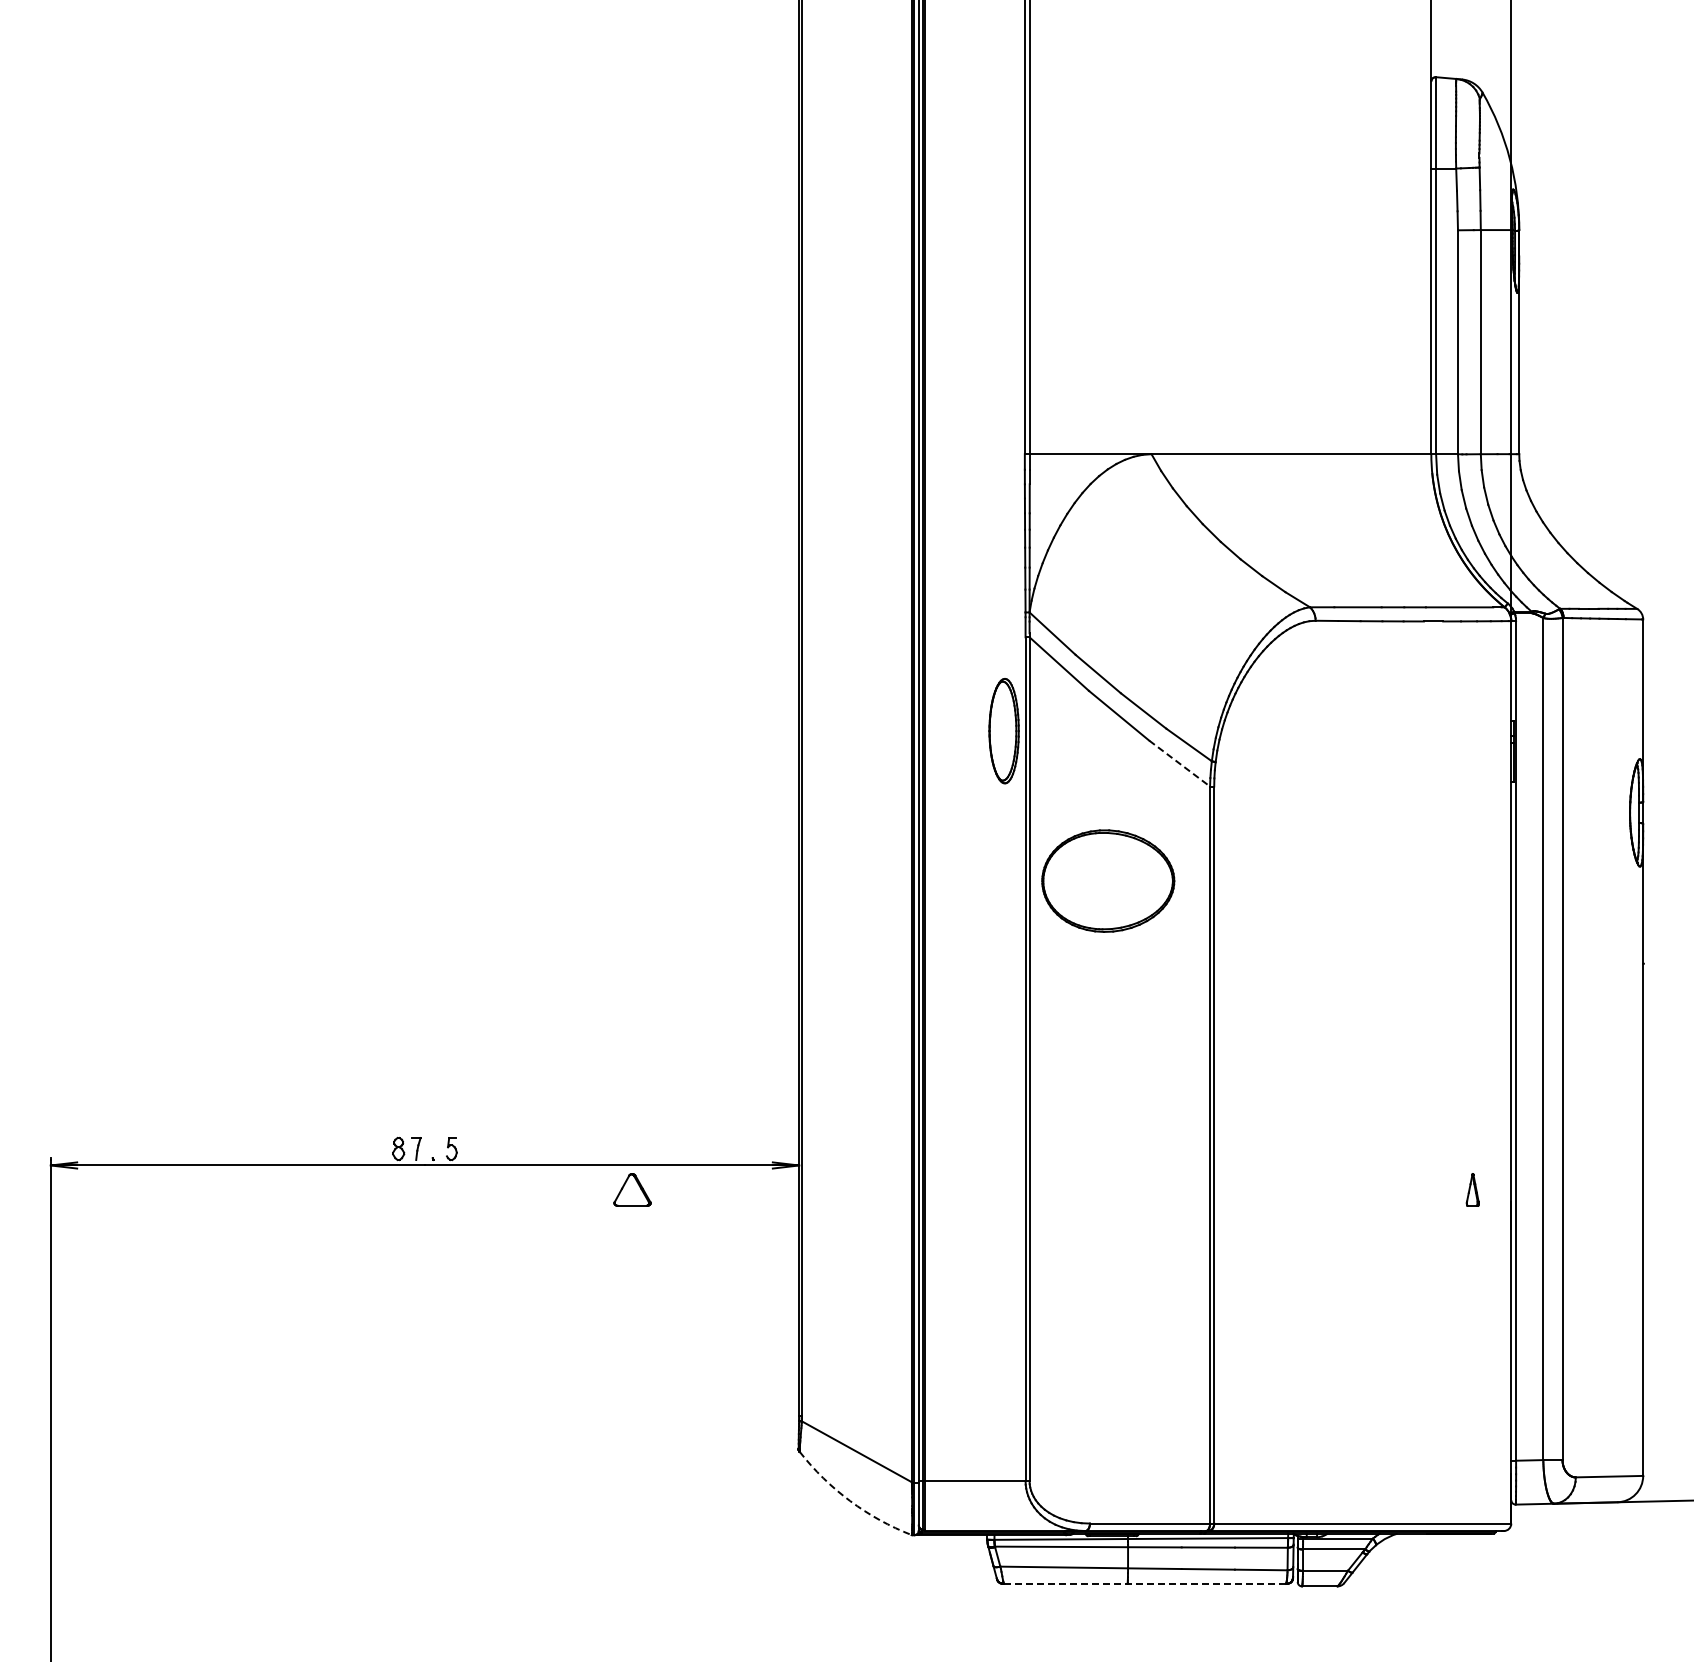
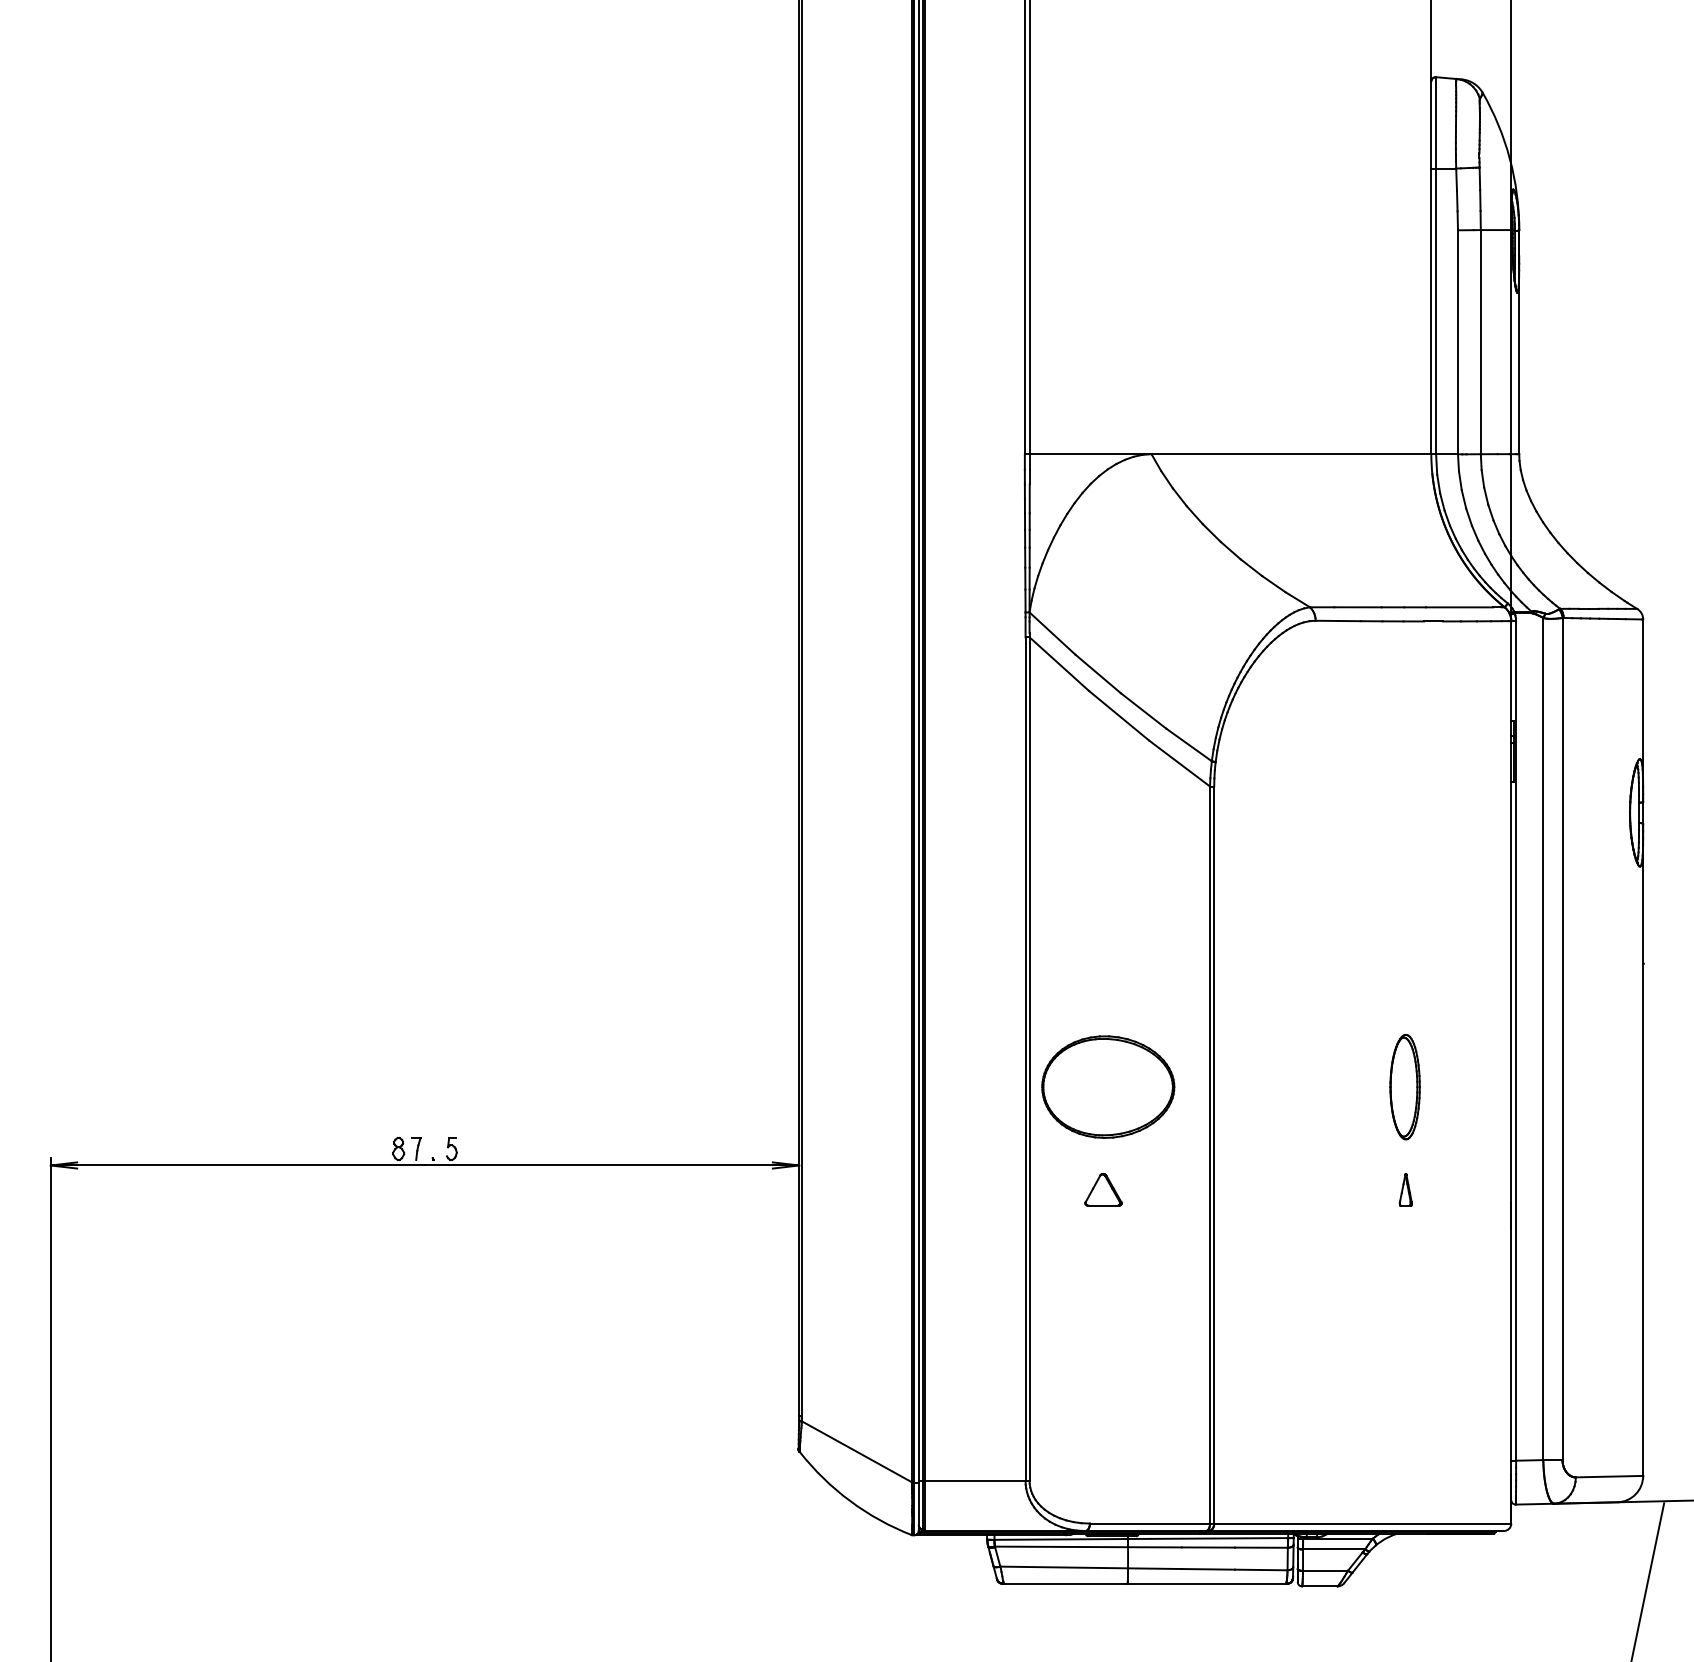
part at (1003, 731) position: (1003, 731) -> (1404, 1087)
line at (1180, 763): dashed -> solid
part at (1108, 880) position: (1108, 880) -> (1108, 1086)
part at (632, 1189) position: (632, 1189) -> (1103, 1189)
part at (1472, 1189) position: (1472, 1189) -> (1405, 1189)
arc at (850, 1501): dashed -> solid
line at (1648, 1580): none -> present
line at (1145, 1583): dashed -> solid
